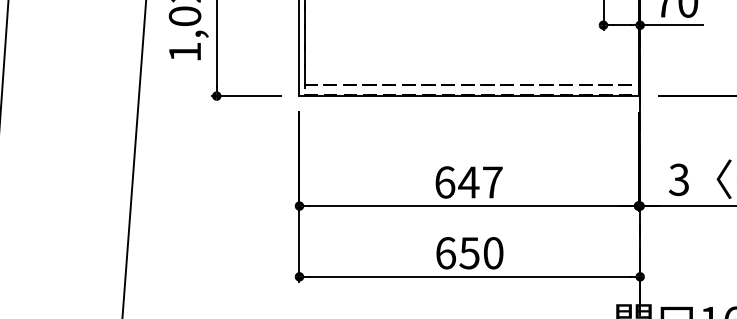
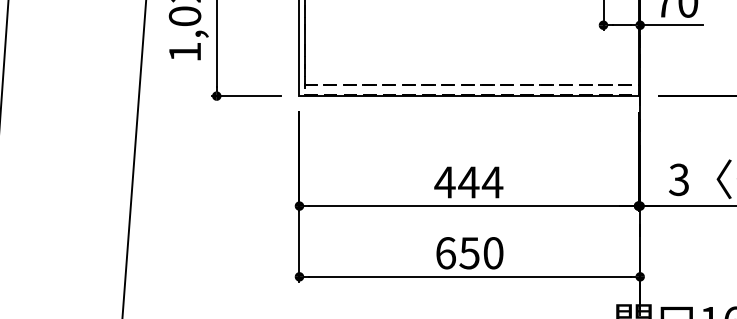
text at (468, 182): 647 -> 444
